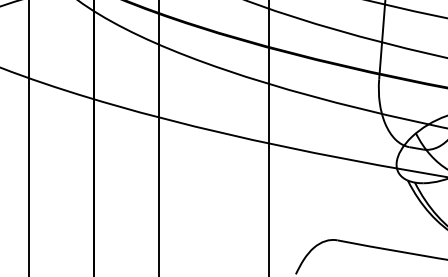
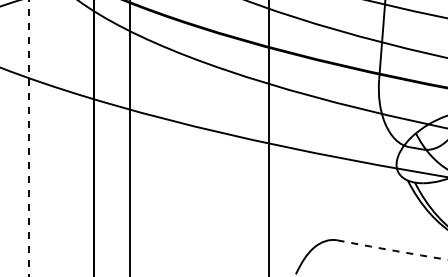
line at (159, 137) position: (159, 137) -> (130, 137)
line at (28, 138): solid -> dashed
arc at (393, 250): solid -> dashed
